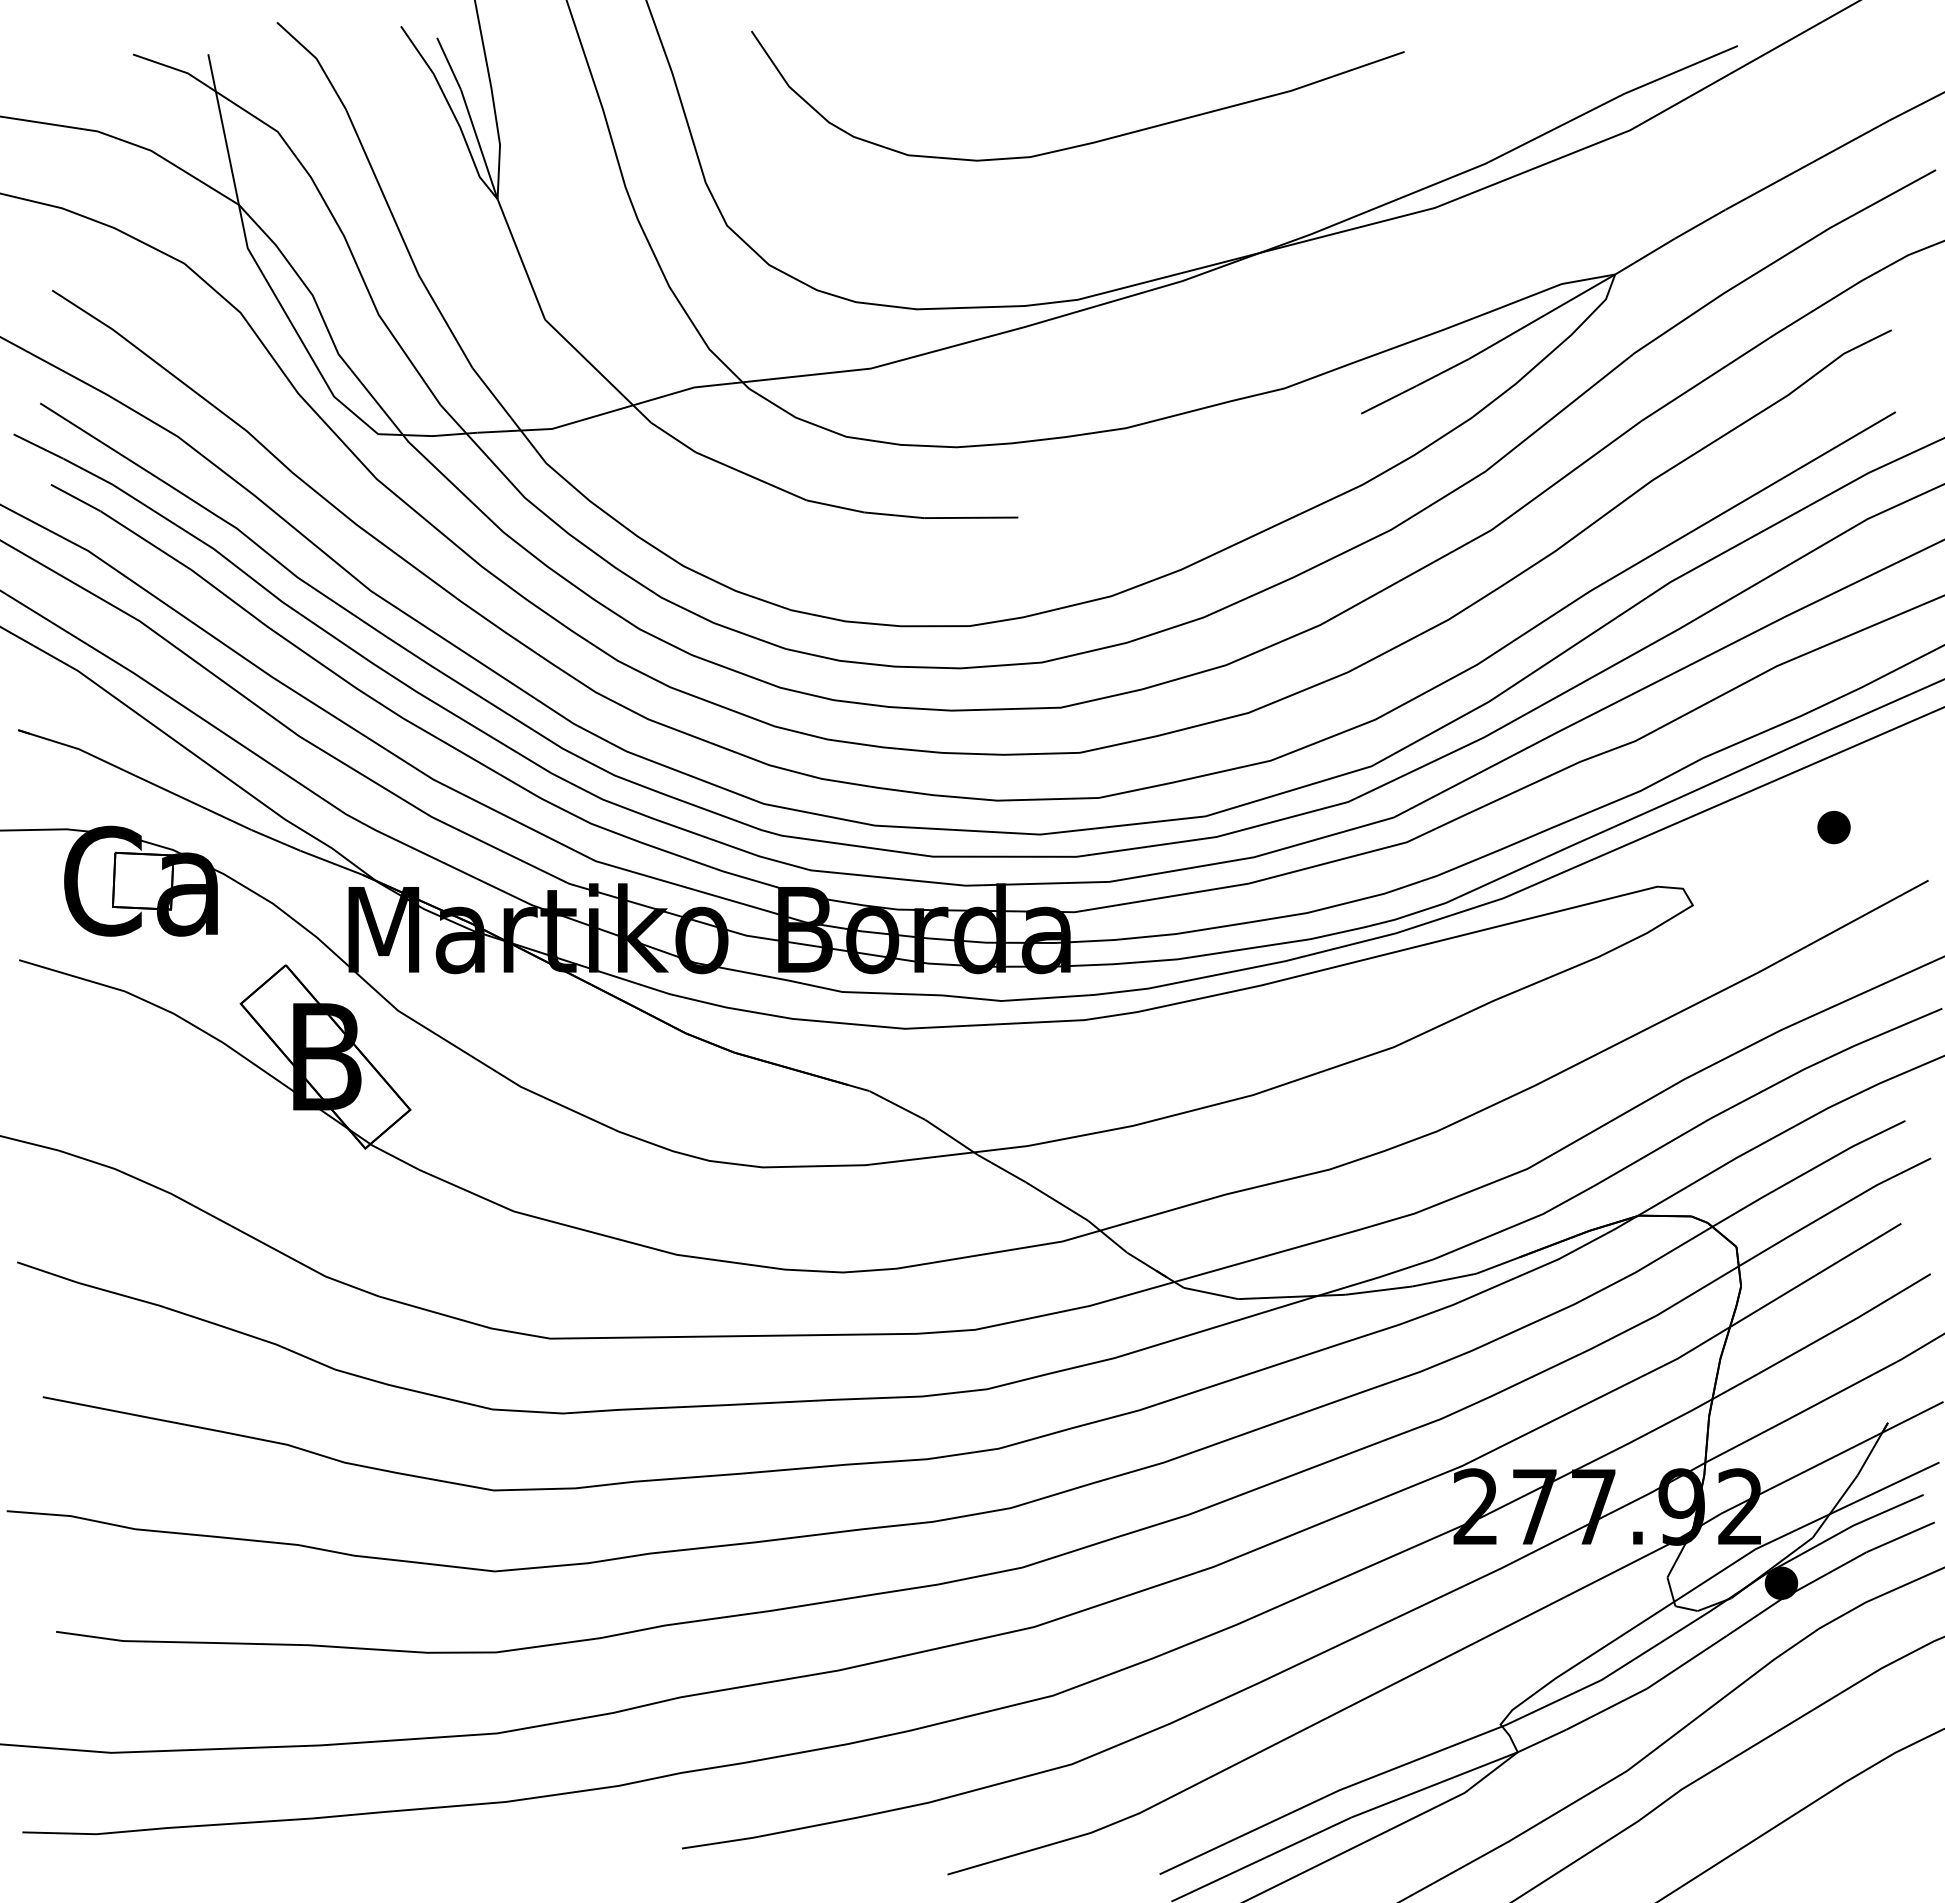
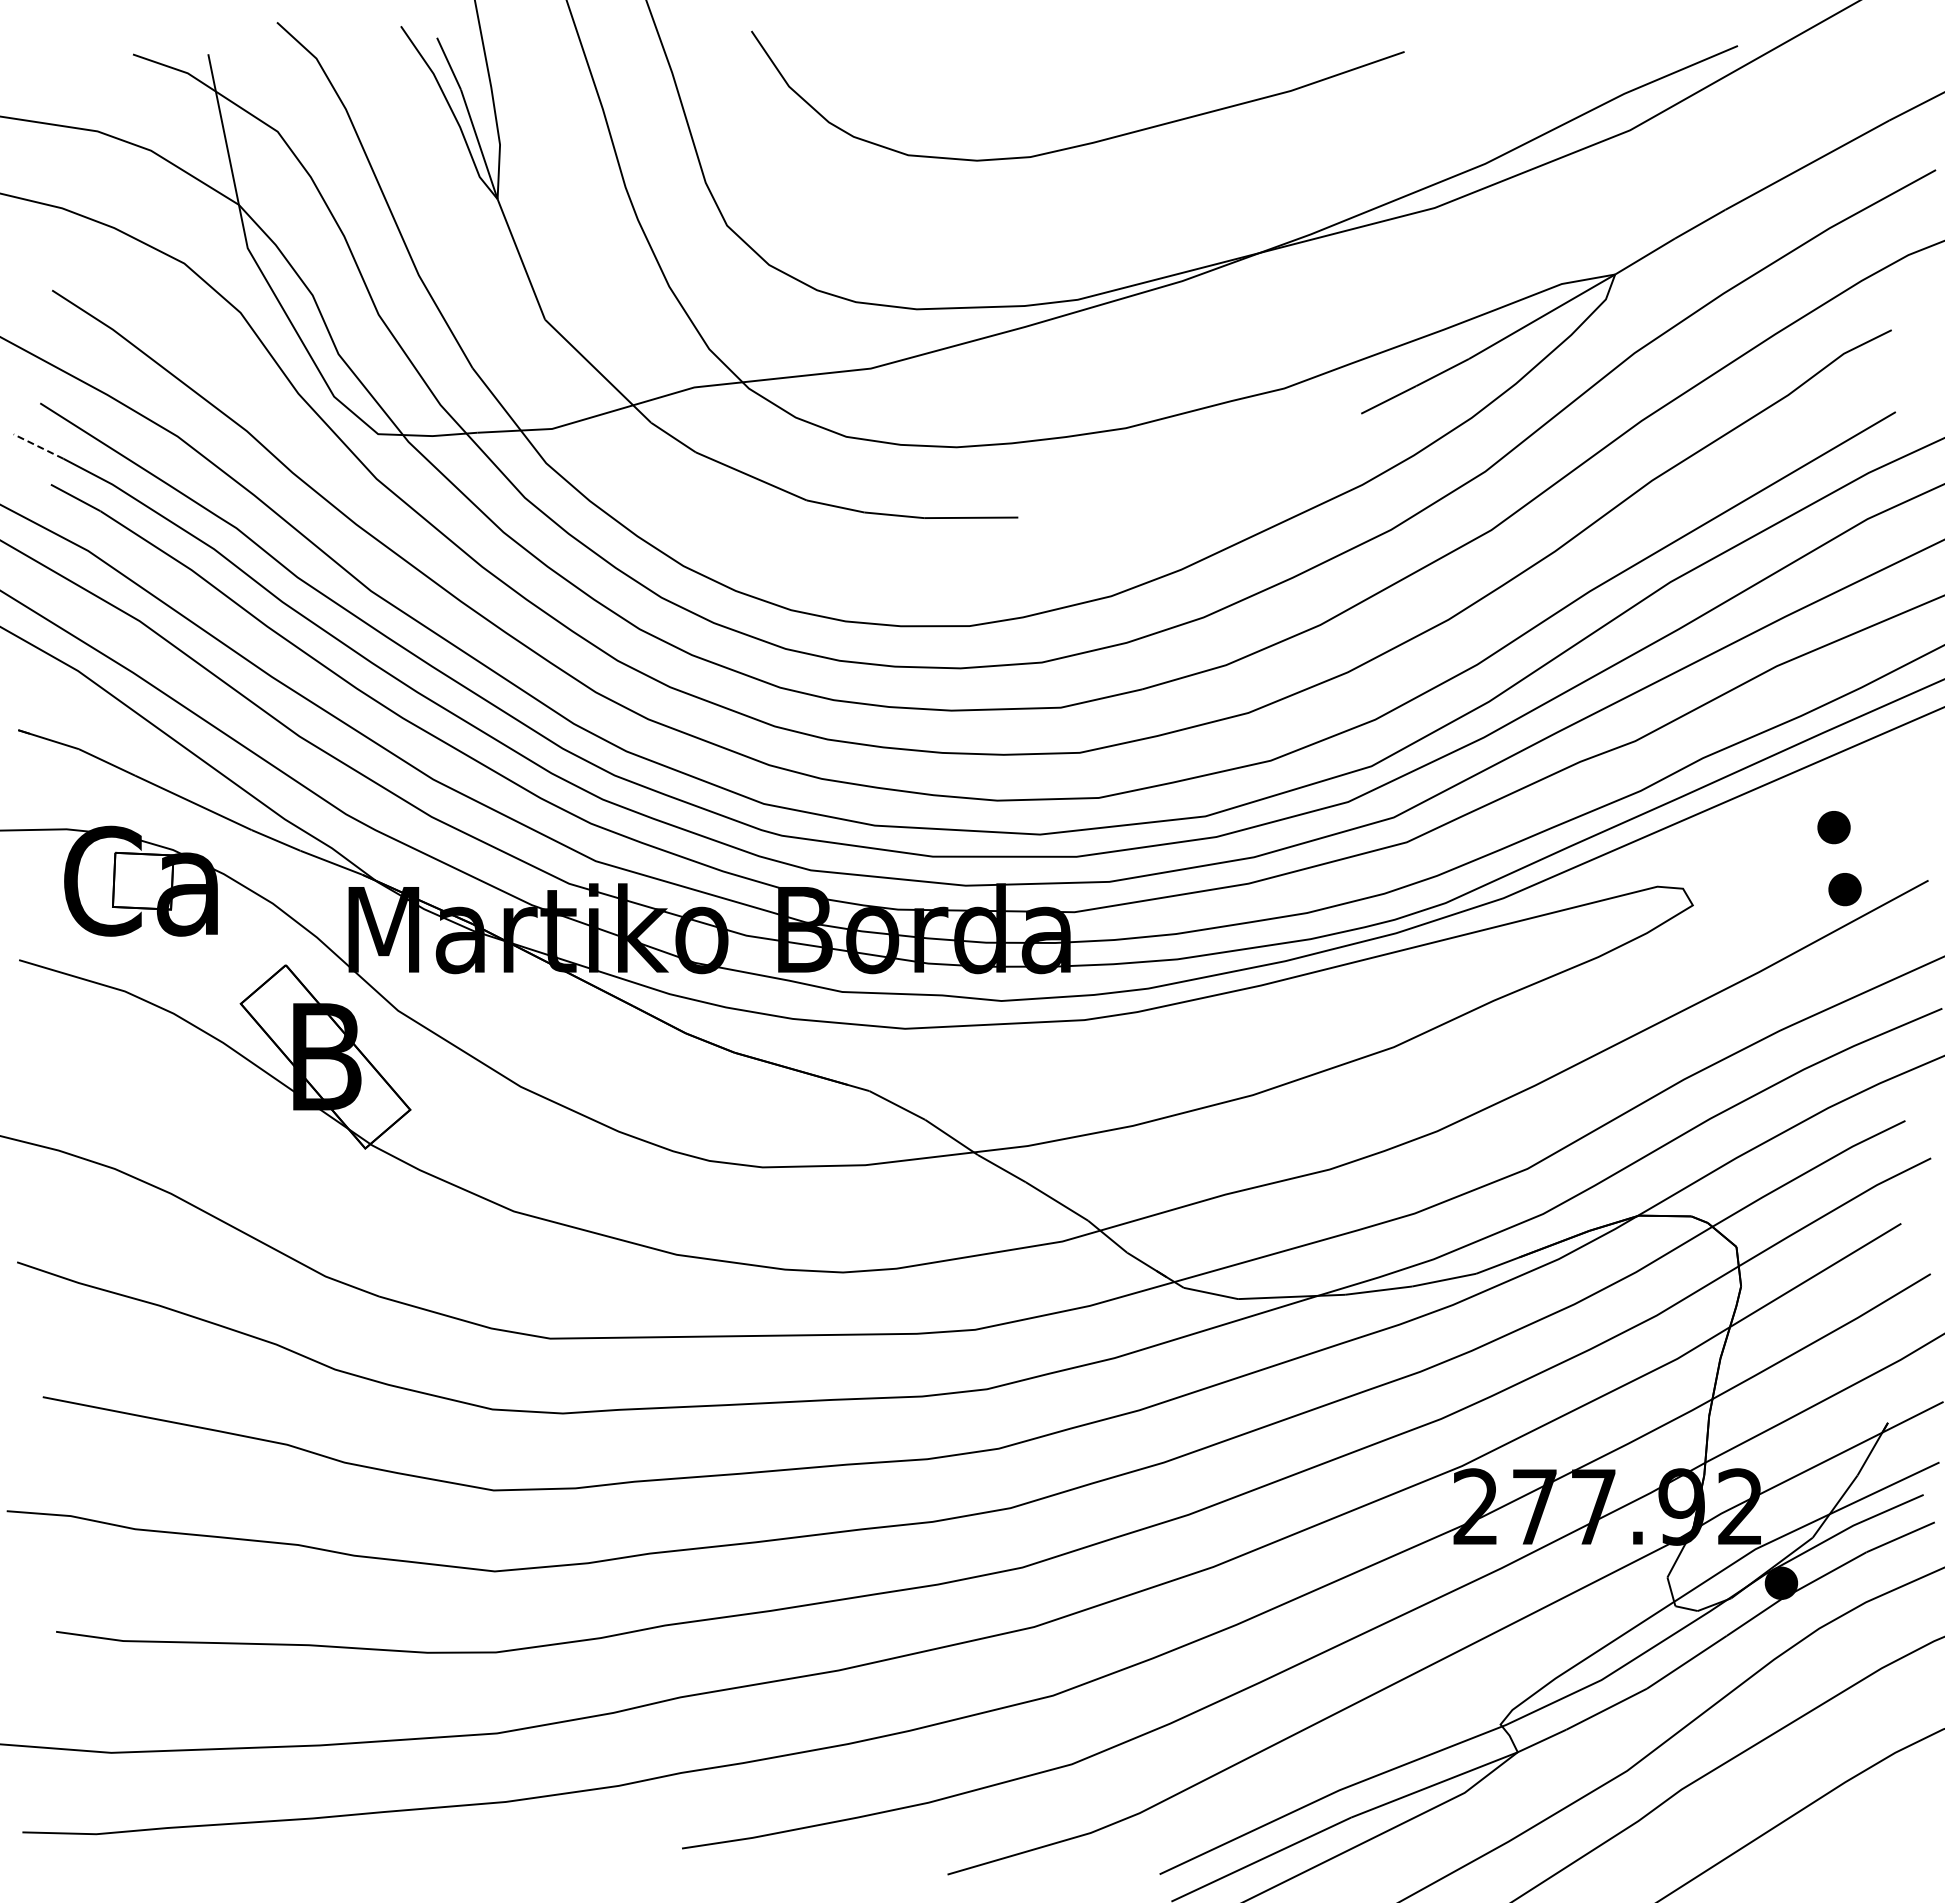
line at (38, 446): solid -> dashed
part at (1844, 889): none -> present
